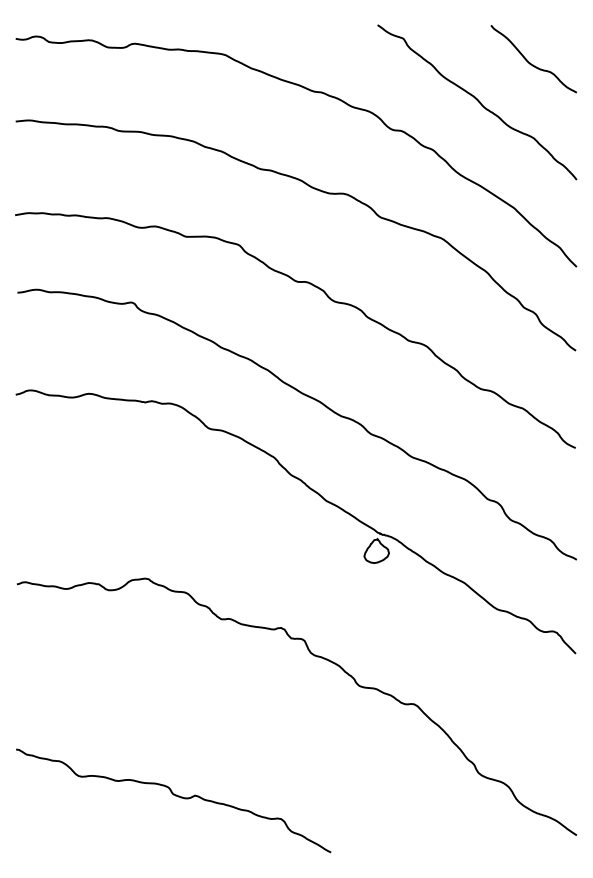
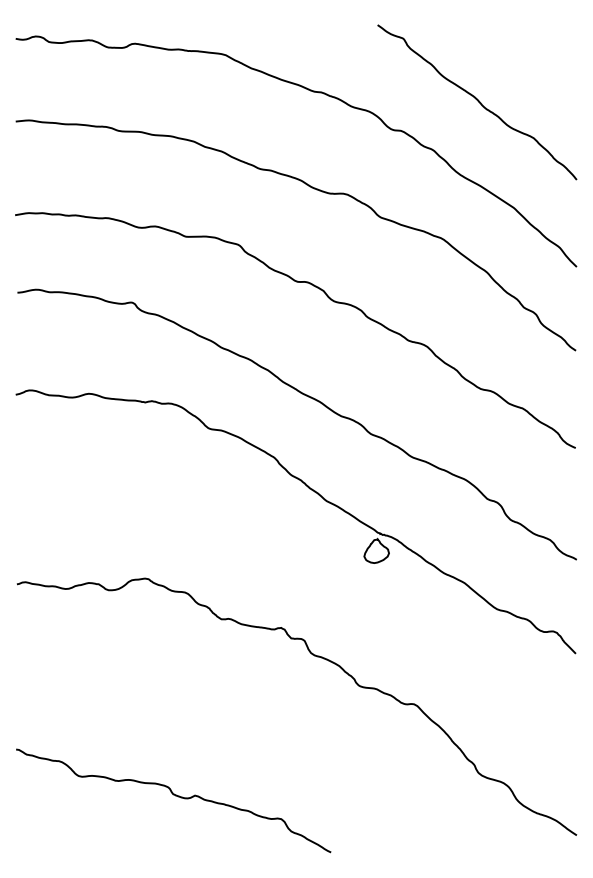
curve at (530, 62): present -> none
